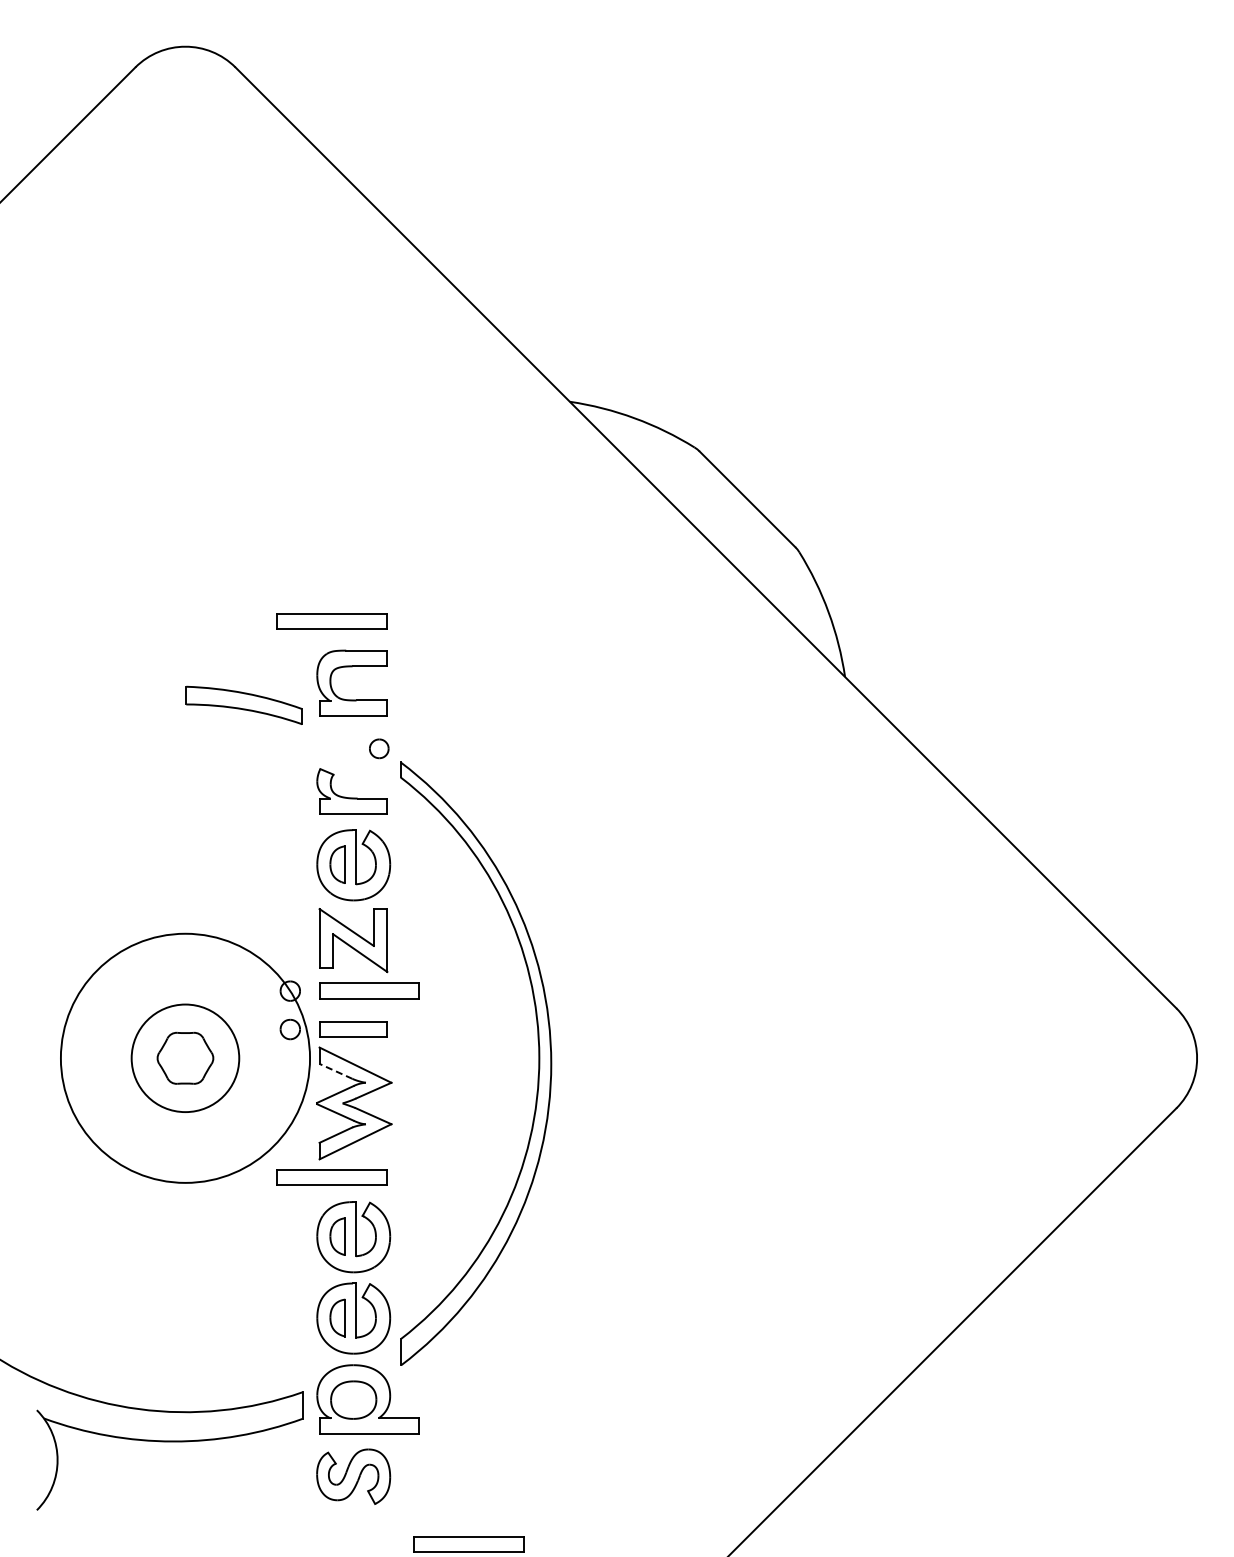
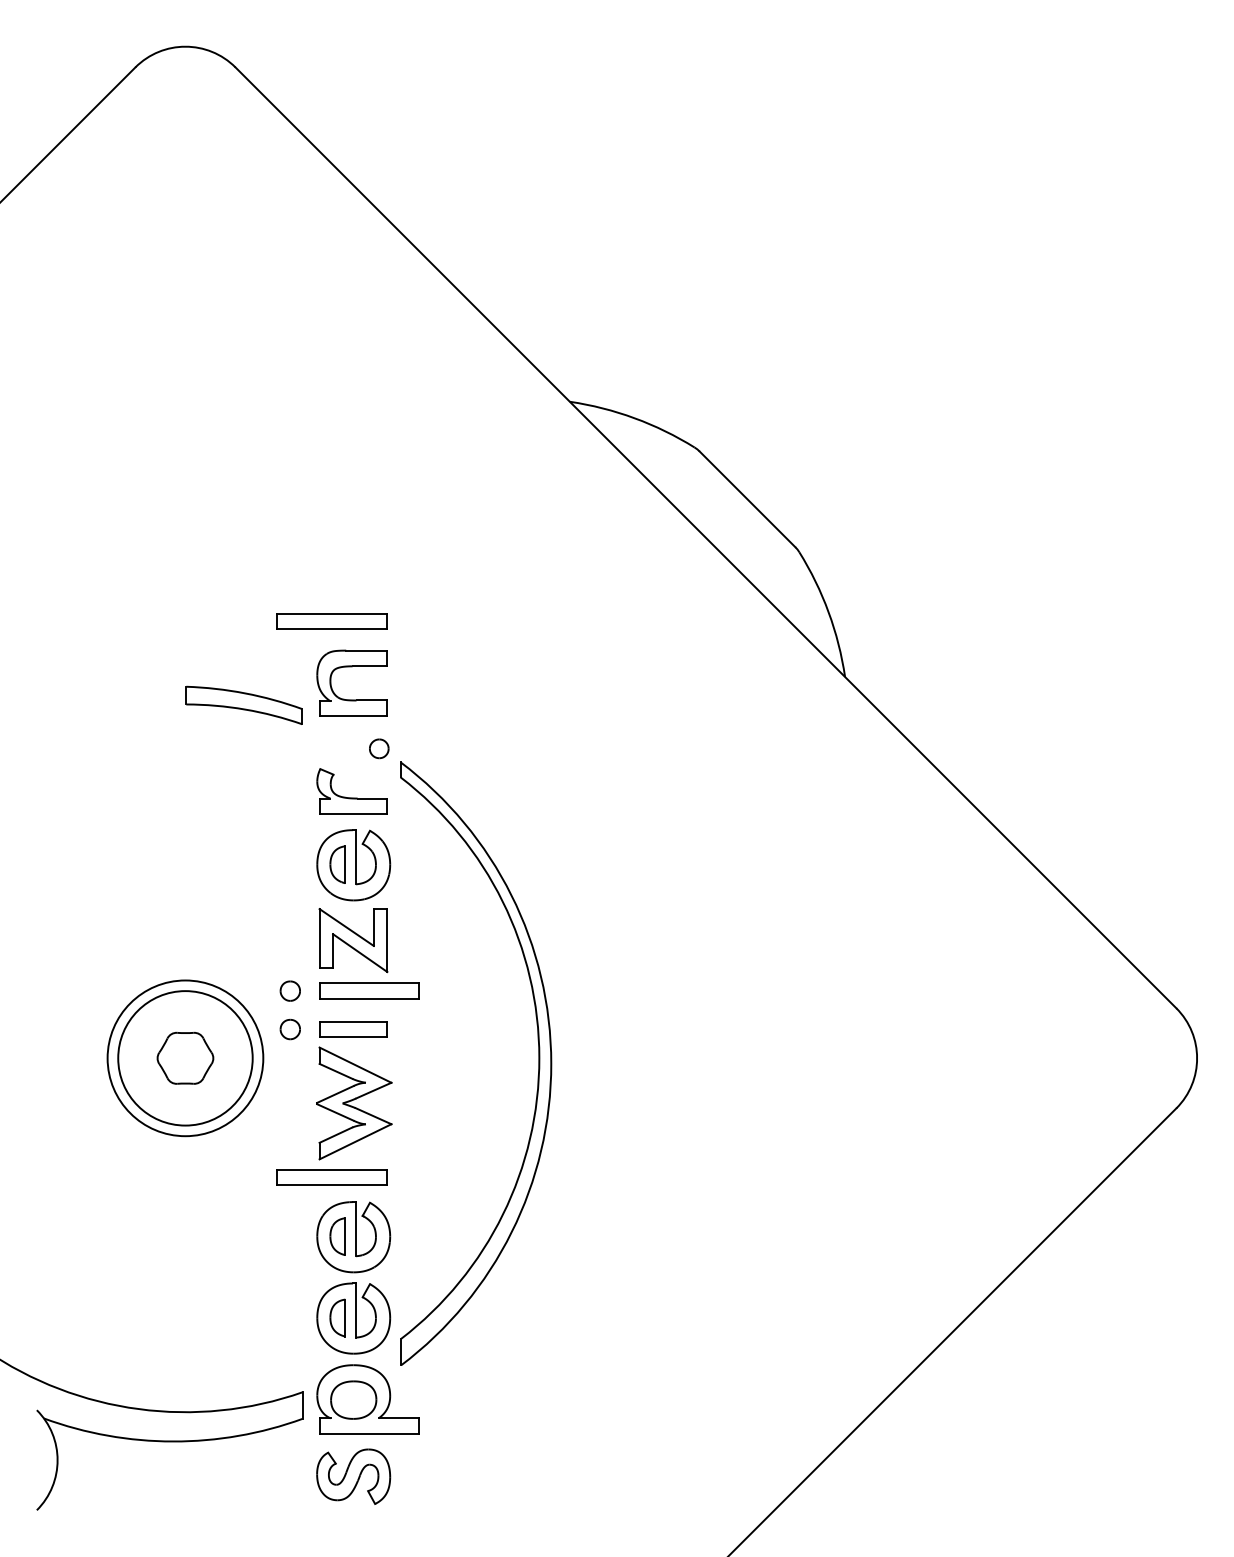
circle at (185, 1057) diameter: 249 px -> 156 px
circle at (185, 1058) diameter: 108 px -> 134 px
line at (335, 1071): dashed -> solid
part at (468, 1544): present -> none
